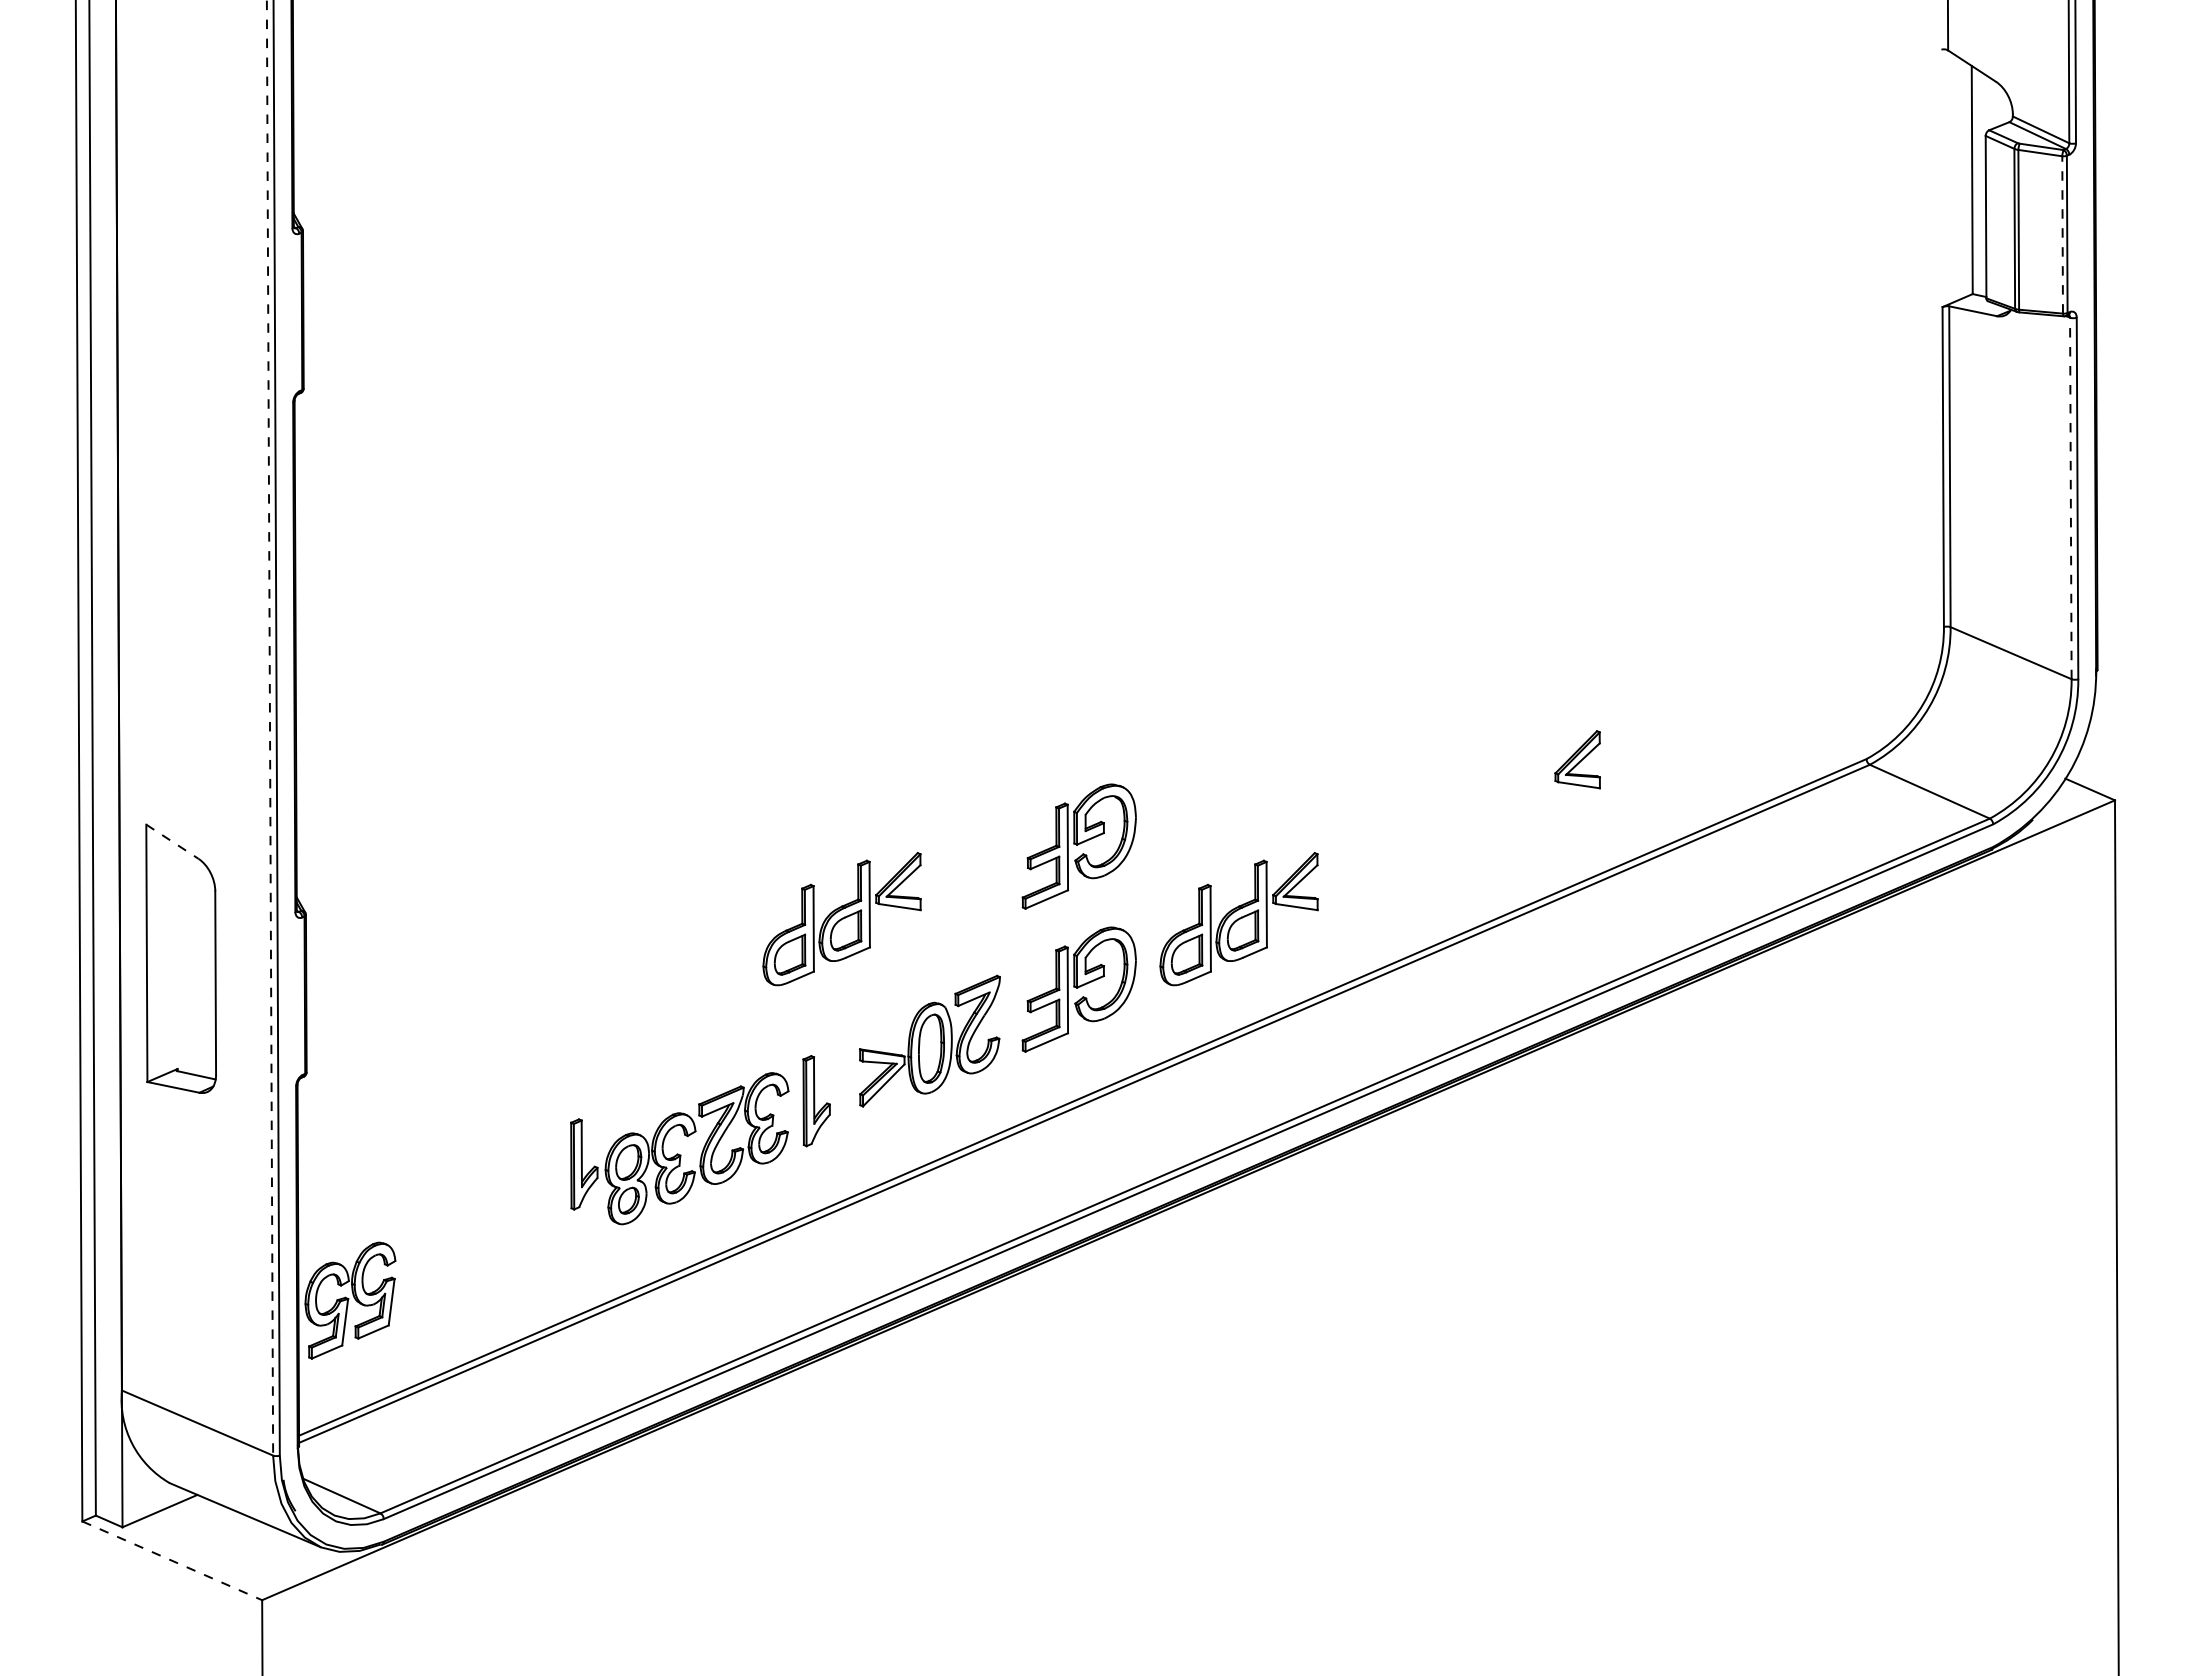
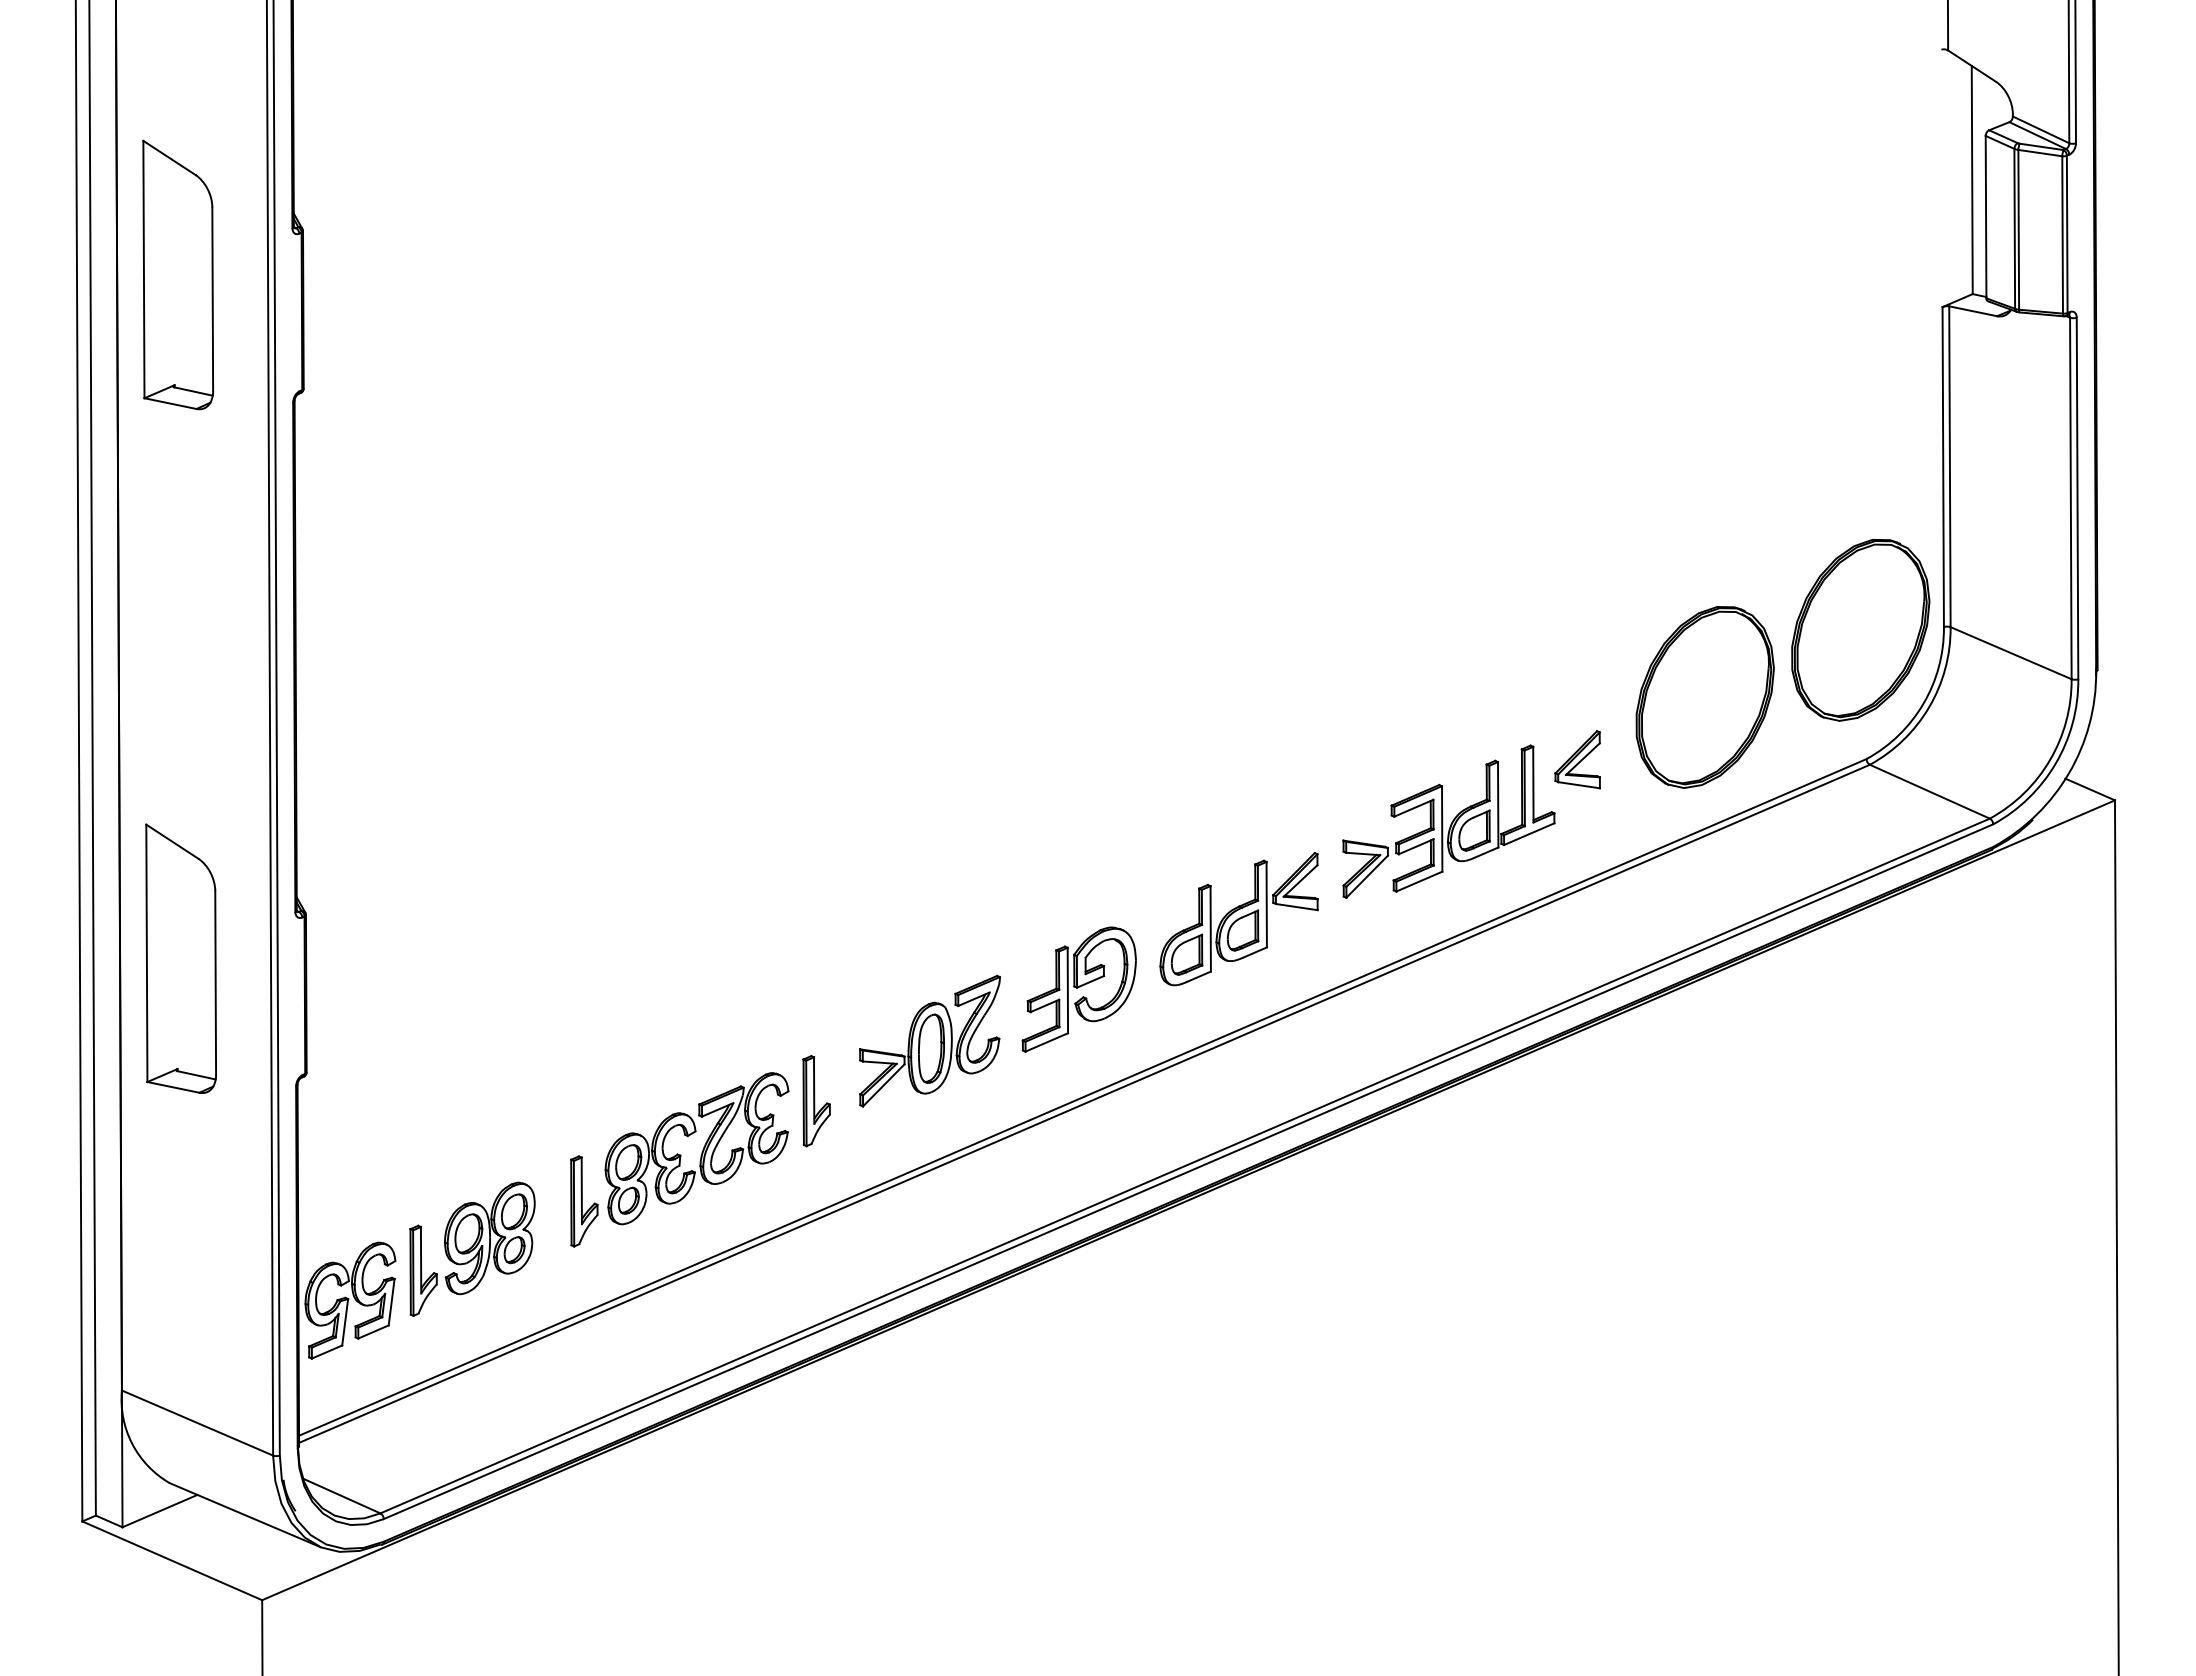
line at (2062, 234): dashed -> solid
part at (178, 274): none -> present
line at (2070, 498): dashed -> solid
part at (1860, 630): none -> present
part at (1704, 697): none -> present
line at (270, 728): dashed -> solid
part at (1448, 821): none -> present
line at (172, 842): dashed -> solid
part at (1078, 846): present -> none
part at (841, 919): present -> none
part at (584, 1164) position: (584, 1164) -> (584, 1201)
part at (472, 1248): none -> present
line at (172, 1561): dashed -> solid
